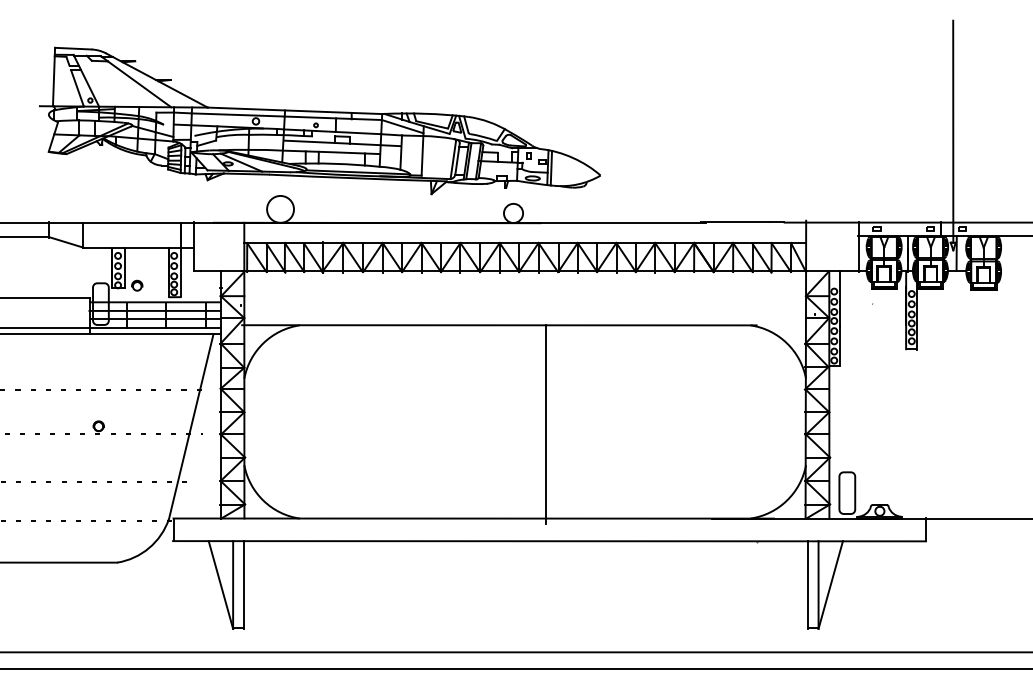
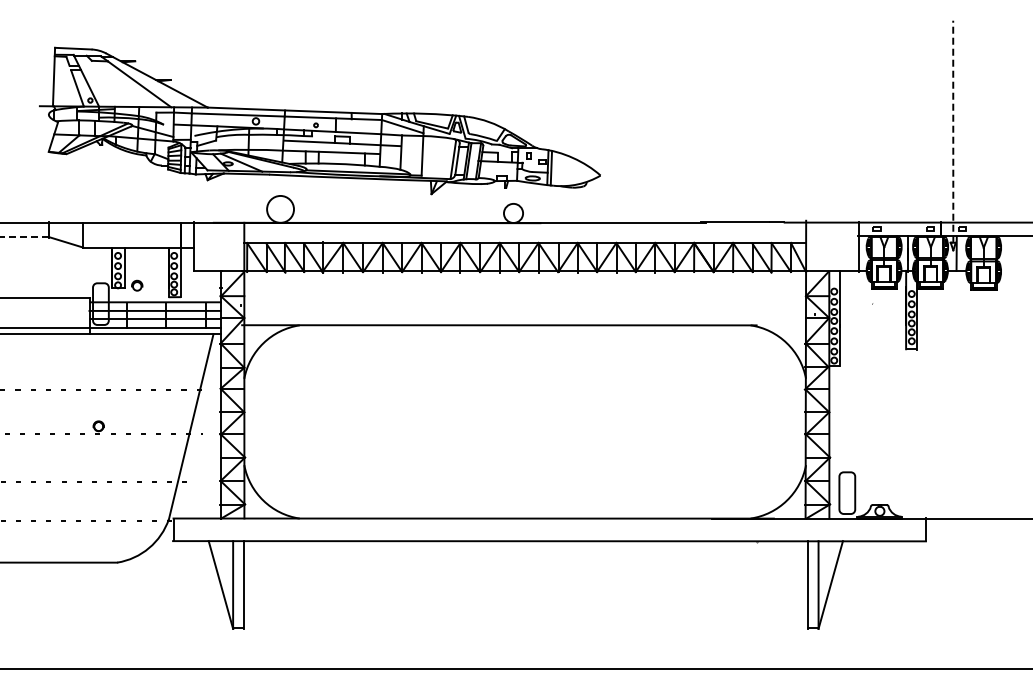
line at (953, 131): solid -> dashed
line at (24, 237): solid -> dashed
line at (545, 424): present -> none
line at (515, 652): present -> none
